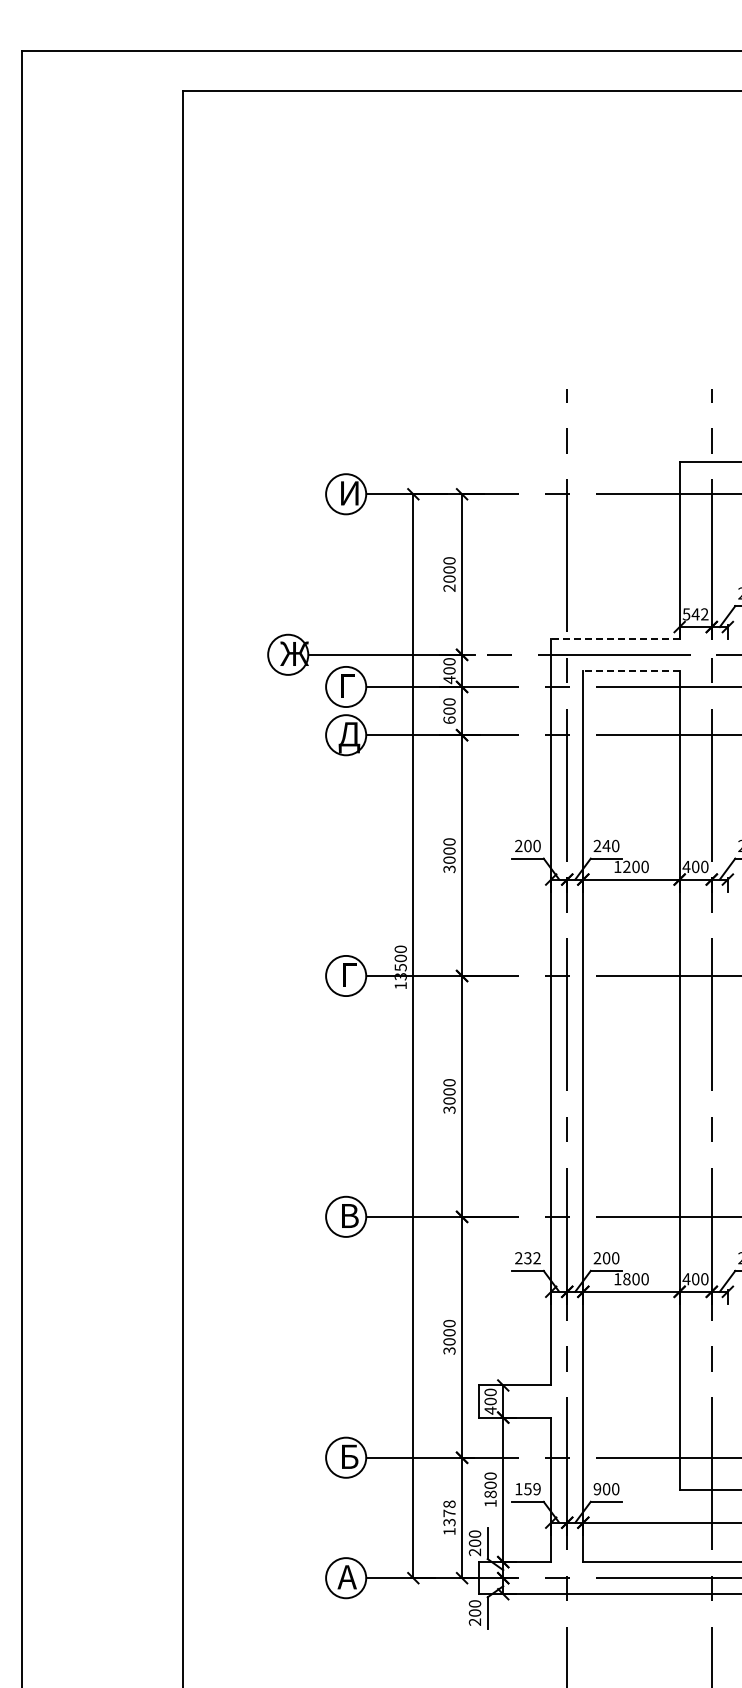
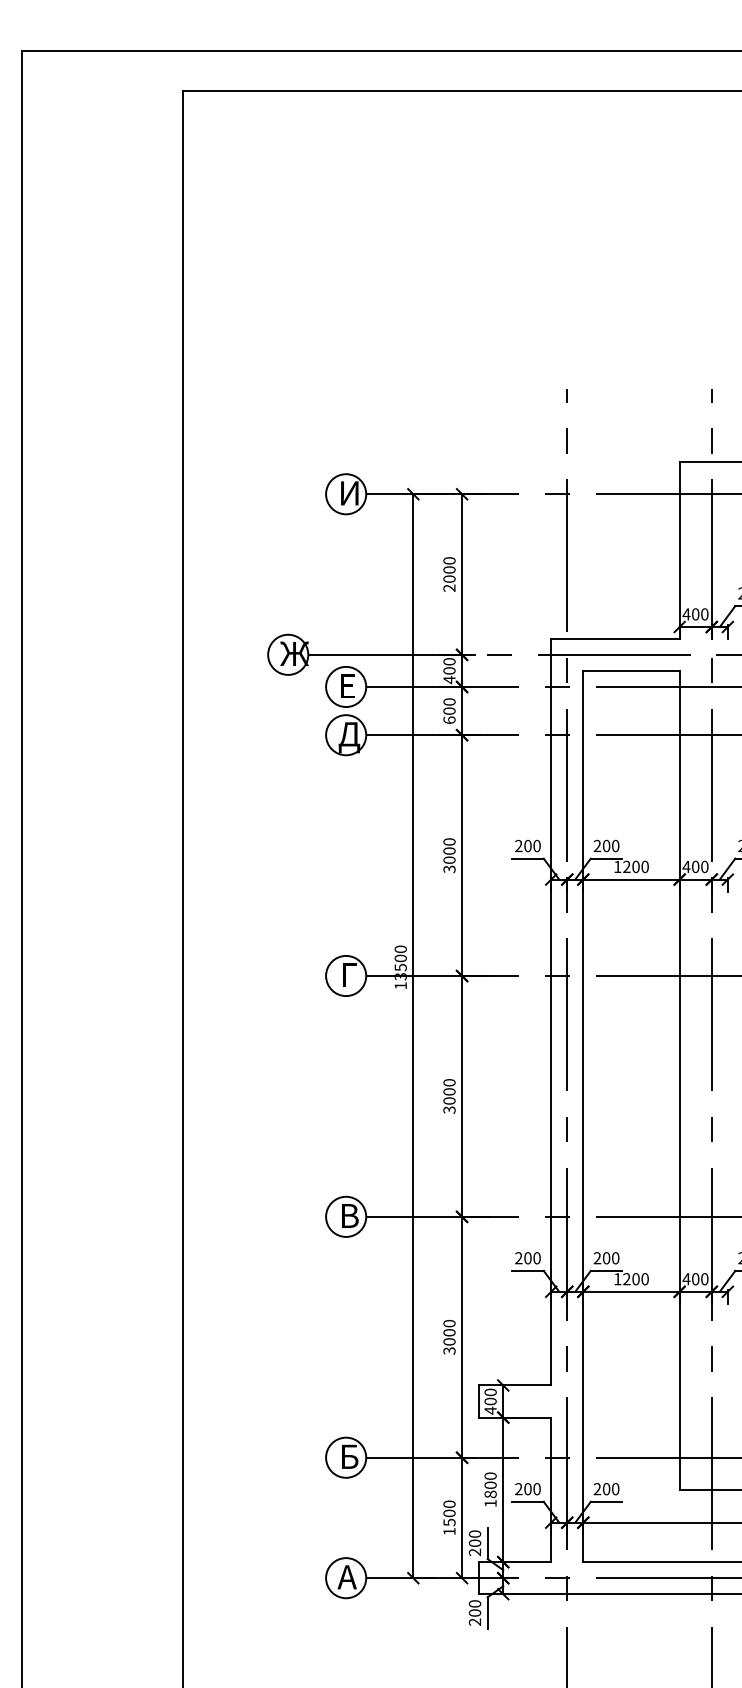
text at (695, 614): 542 -> 400
line at (614, 638): dashed -> solid
line at (631, 670): dashed -> solid
text at (349, 690): Г -> Е
text at (606, 845): 240 -> 200
text at (532, 1258): 232 -> 200
text at (626, 1279): 1800 -> 1200
text at (527, 1489): 159 -> 200
text at (597, 1489): 900 -> 200
text at (449, 1512): 1378 -> 1500
